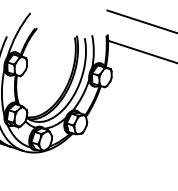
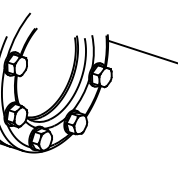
line at (140, 21): present -> none
